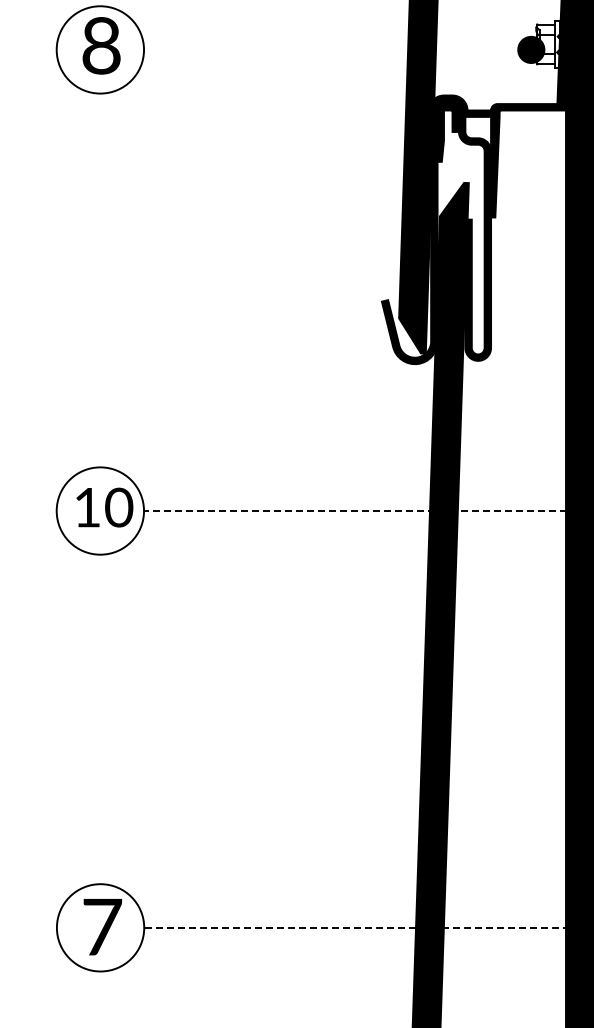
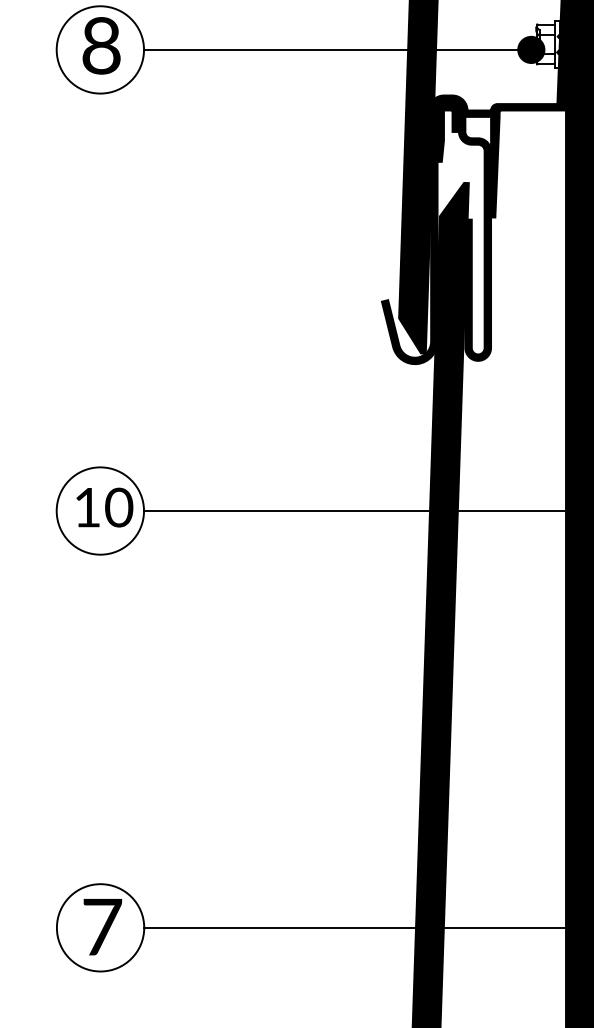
line at (337, 49): none -> present
line at (368, 511): dashed -> solid
line at (368, 927): dashed -> solid
